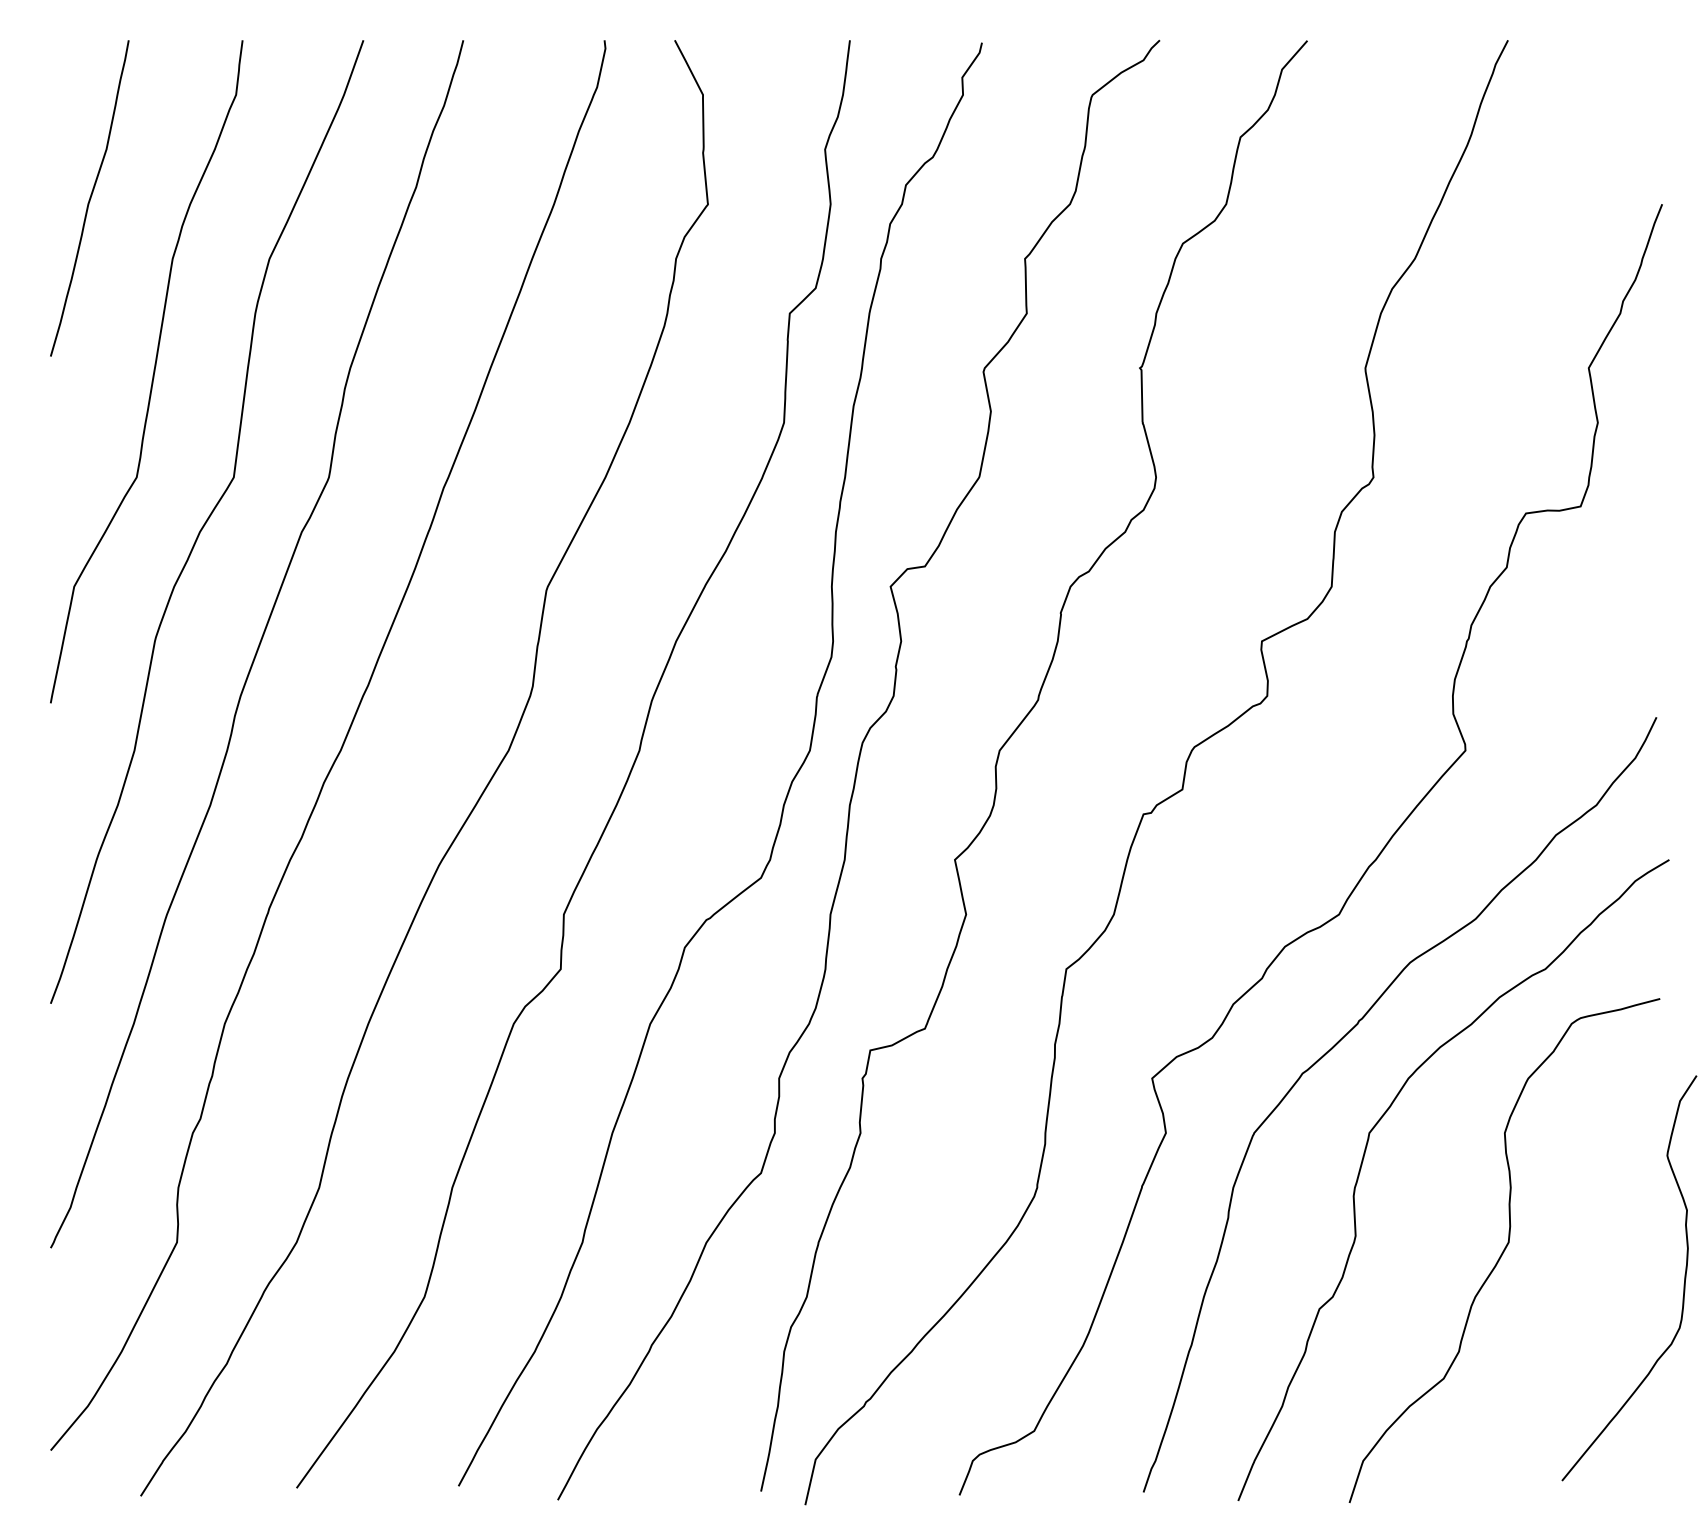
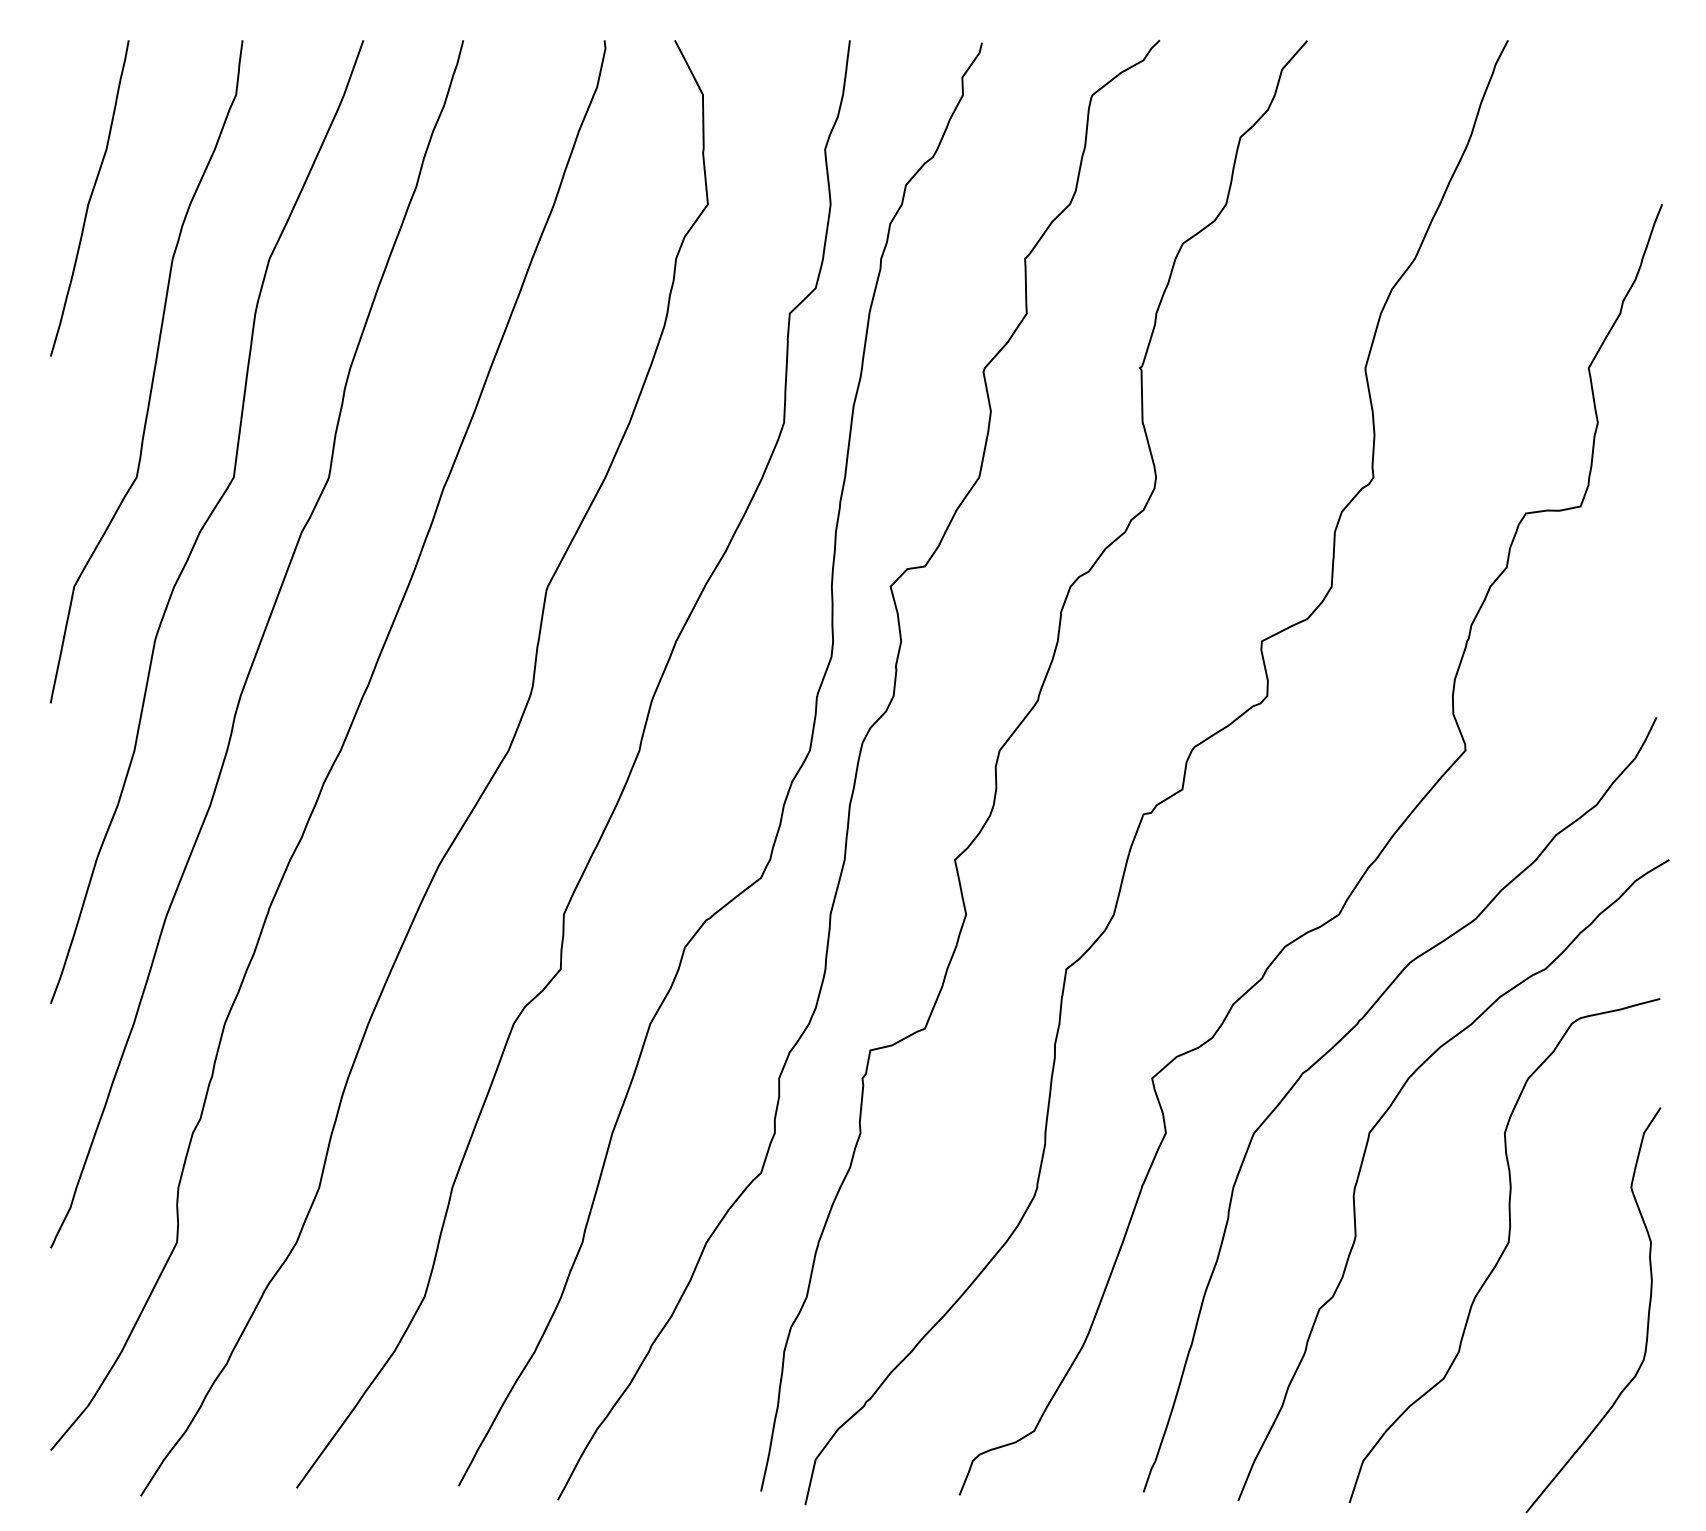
curve at (1683, 1284) position: (1683, 1284) -> (1647, 1316)
